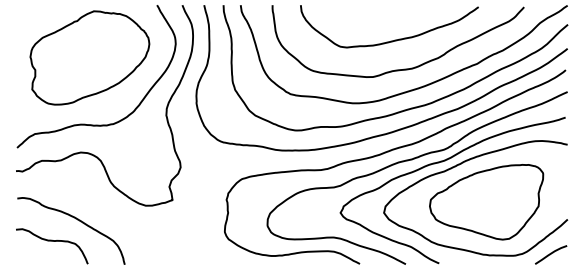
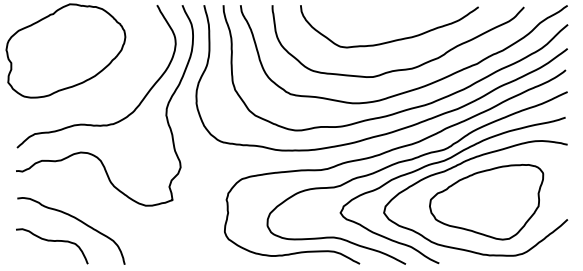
part at (89, 57) position: (89, 57) -> (65, 50)
curve at (551, 254): present -> none
